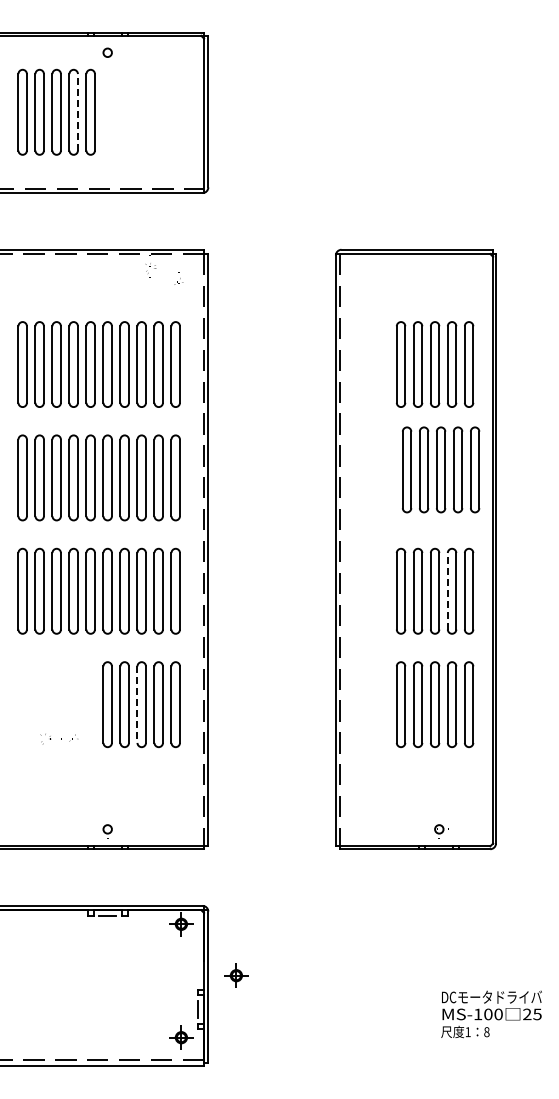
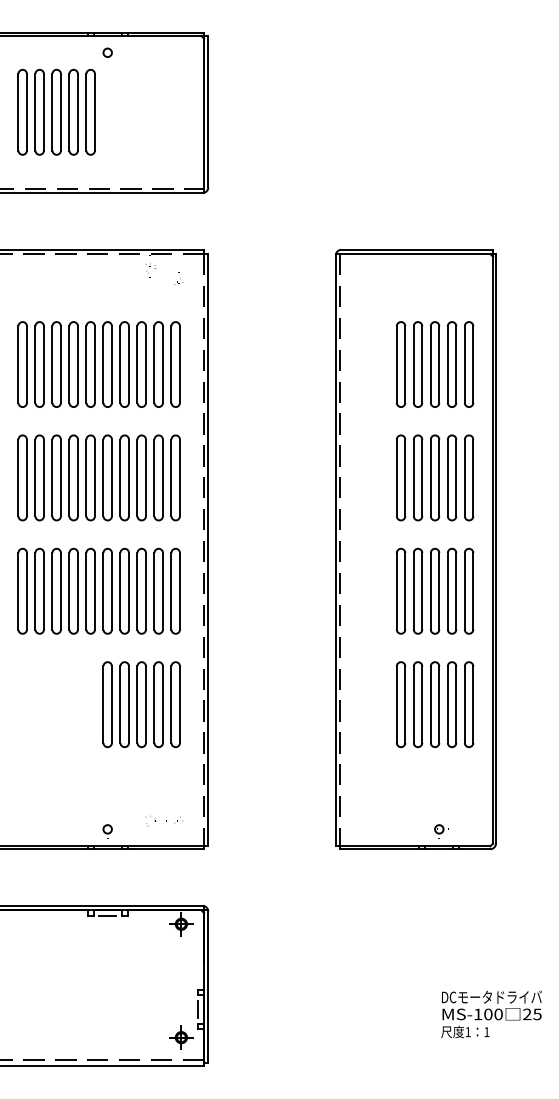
line at (77, 111): dashed -> solid
part at (441, 469) position: (441, 469) -> (435, 477)
line at (447, 590): dashed -> solid
line at (137, 705): dashed -> solid
part at (59, 738) position: (59, 738) -> (164, 820)
part at (236, 975): present -> none
text at (486, 1032): 8 -> 1
